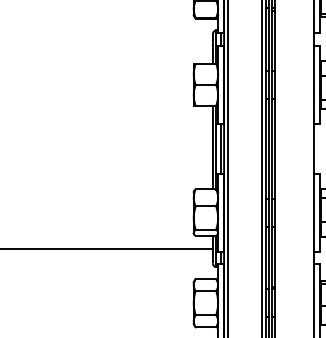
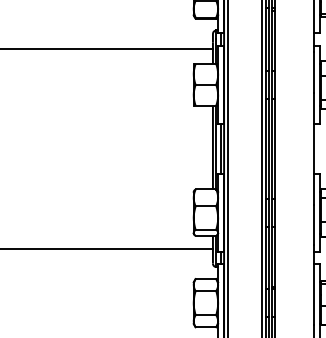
line at (107, 48): none -> present
